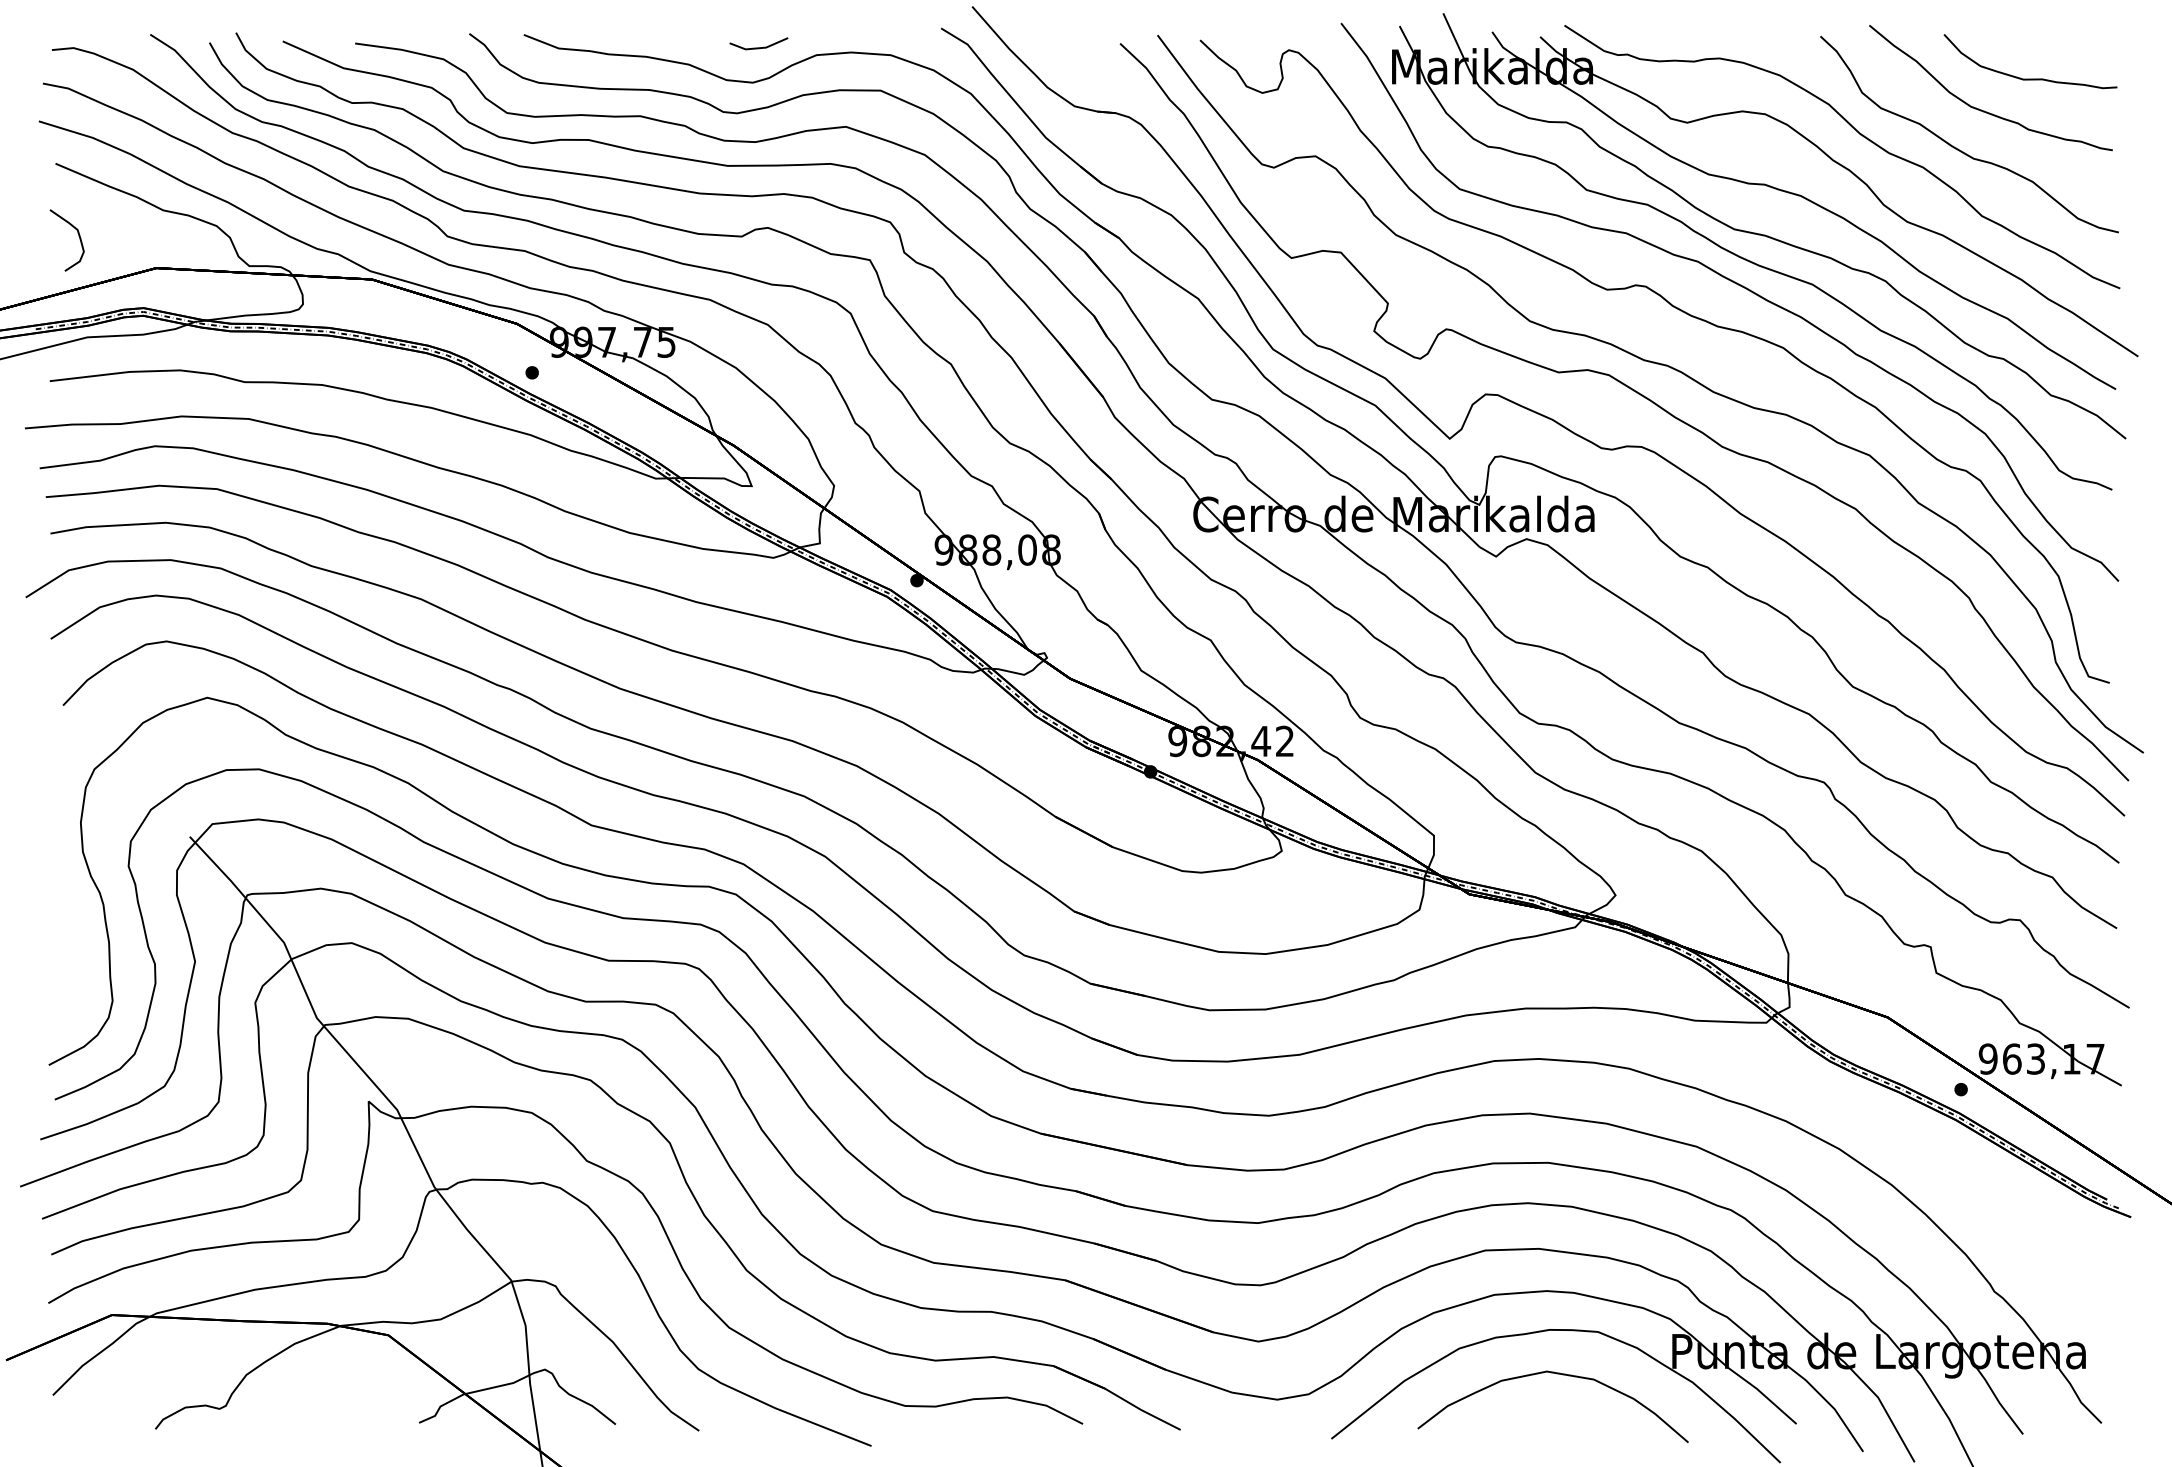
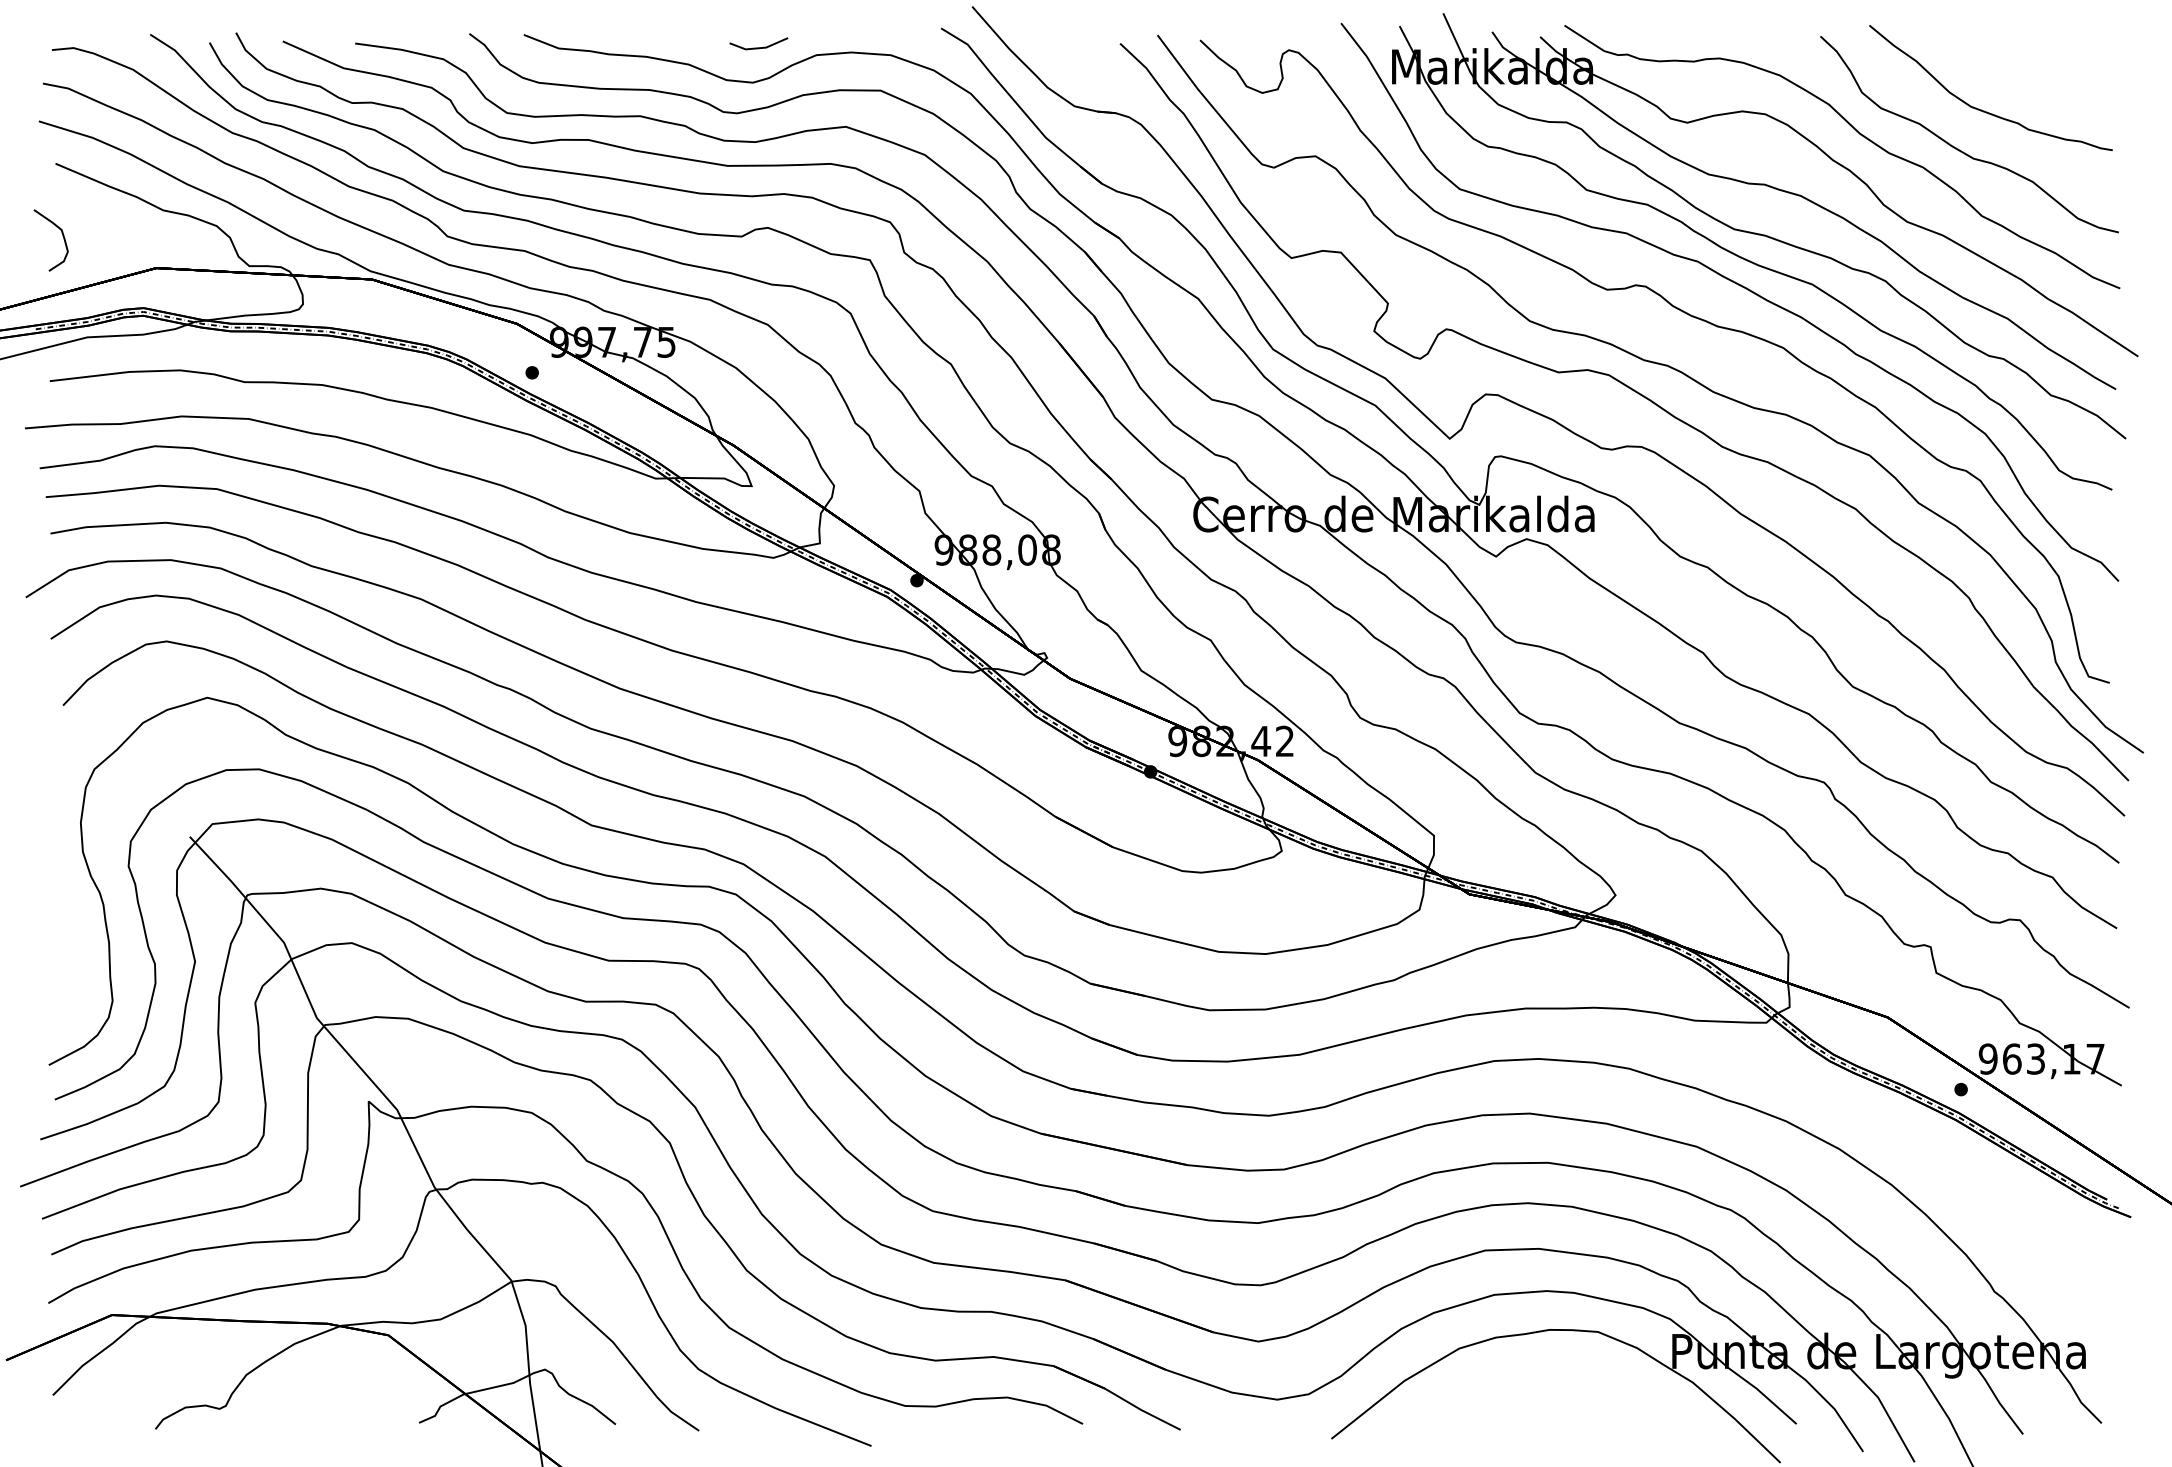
curve at (2030, 78): present -> none
curve at (78, 236) position: (78, 236) -> (62, 236)
curve at (1556, 1374): present -> none
